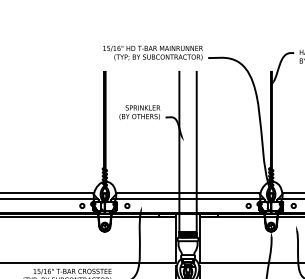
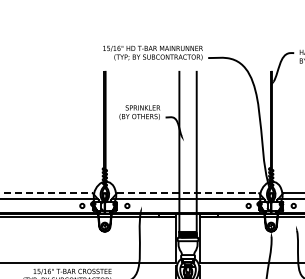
line at (46, 193): solid -> dashed
line at (188, 193): solid -> dashed
